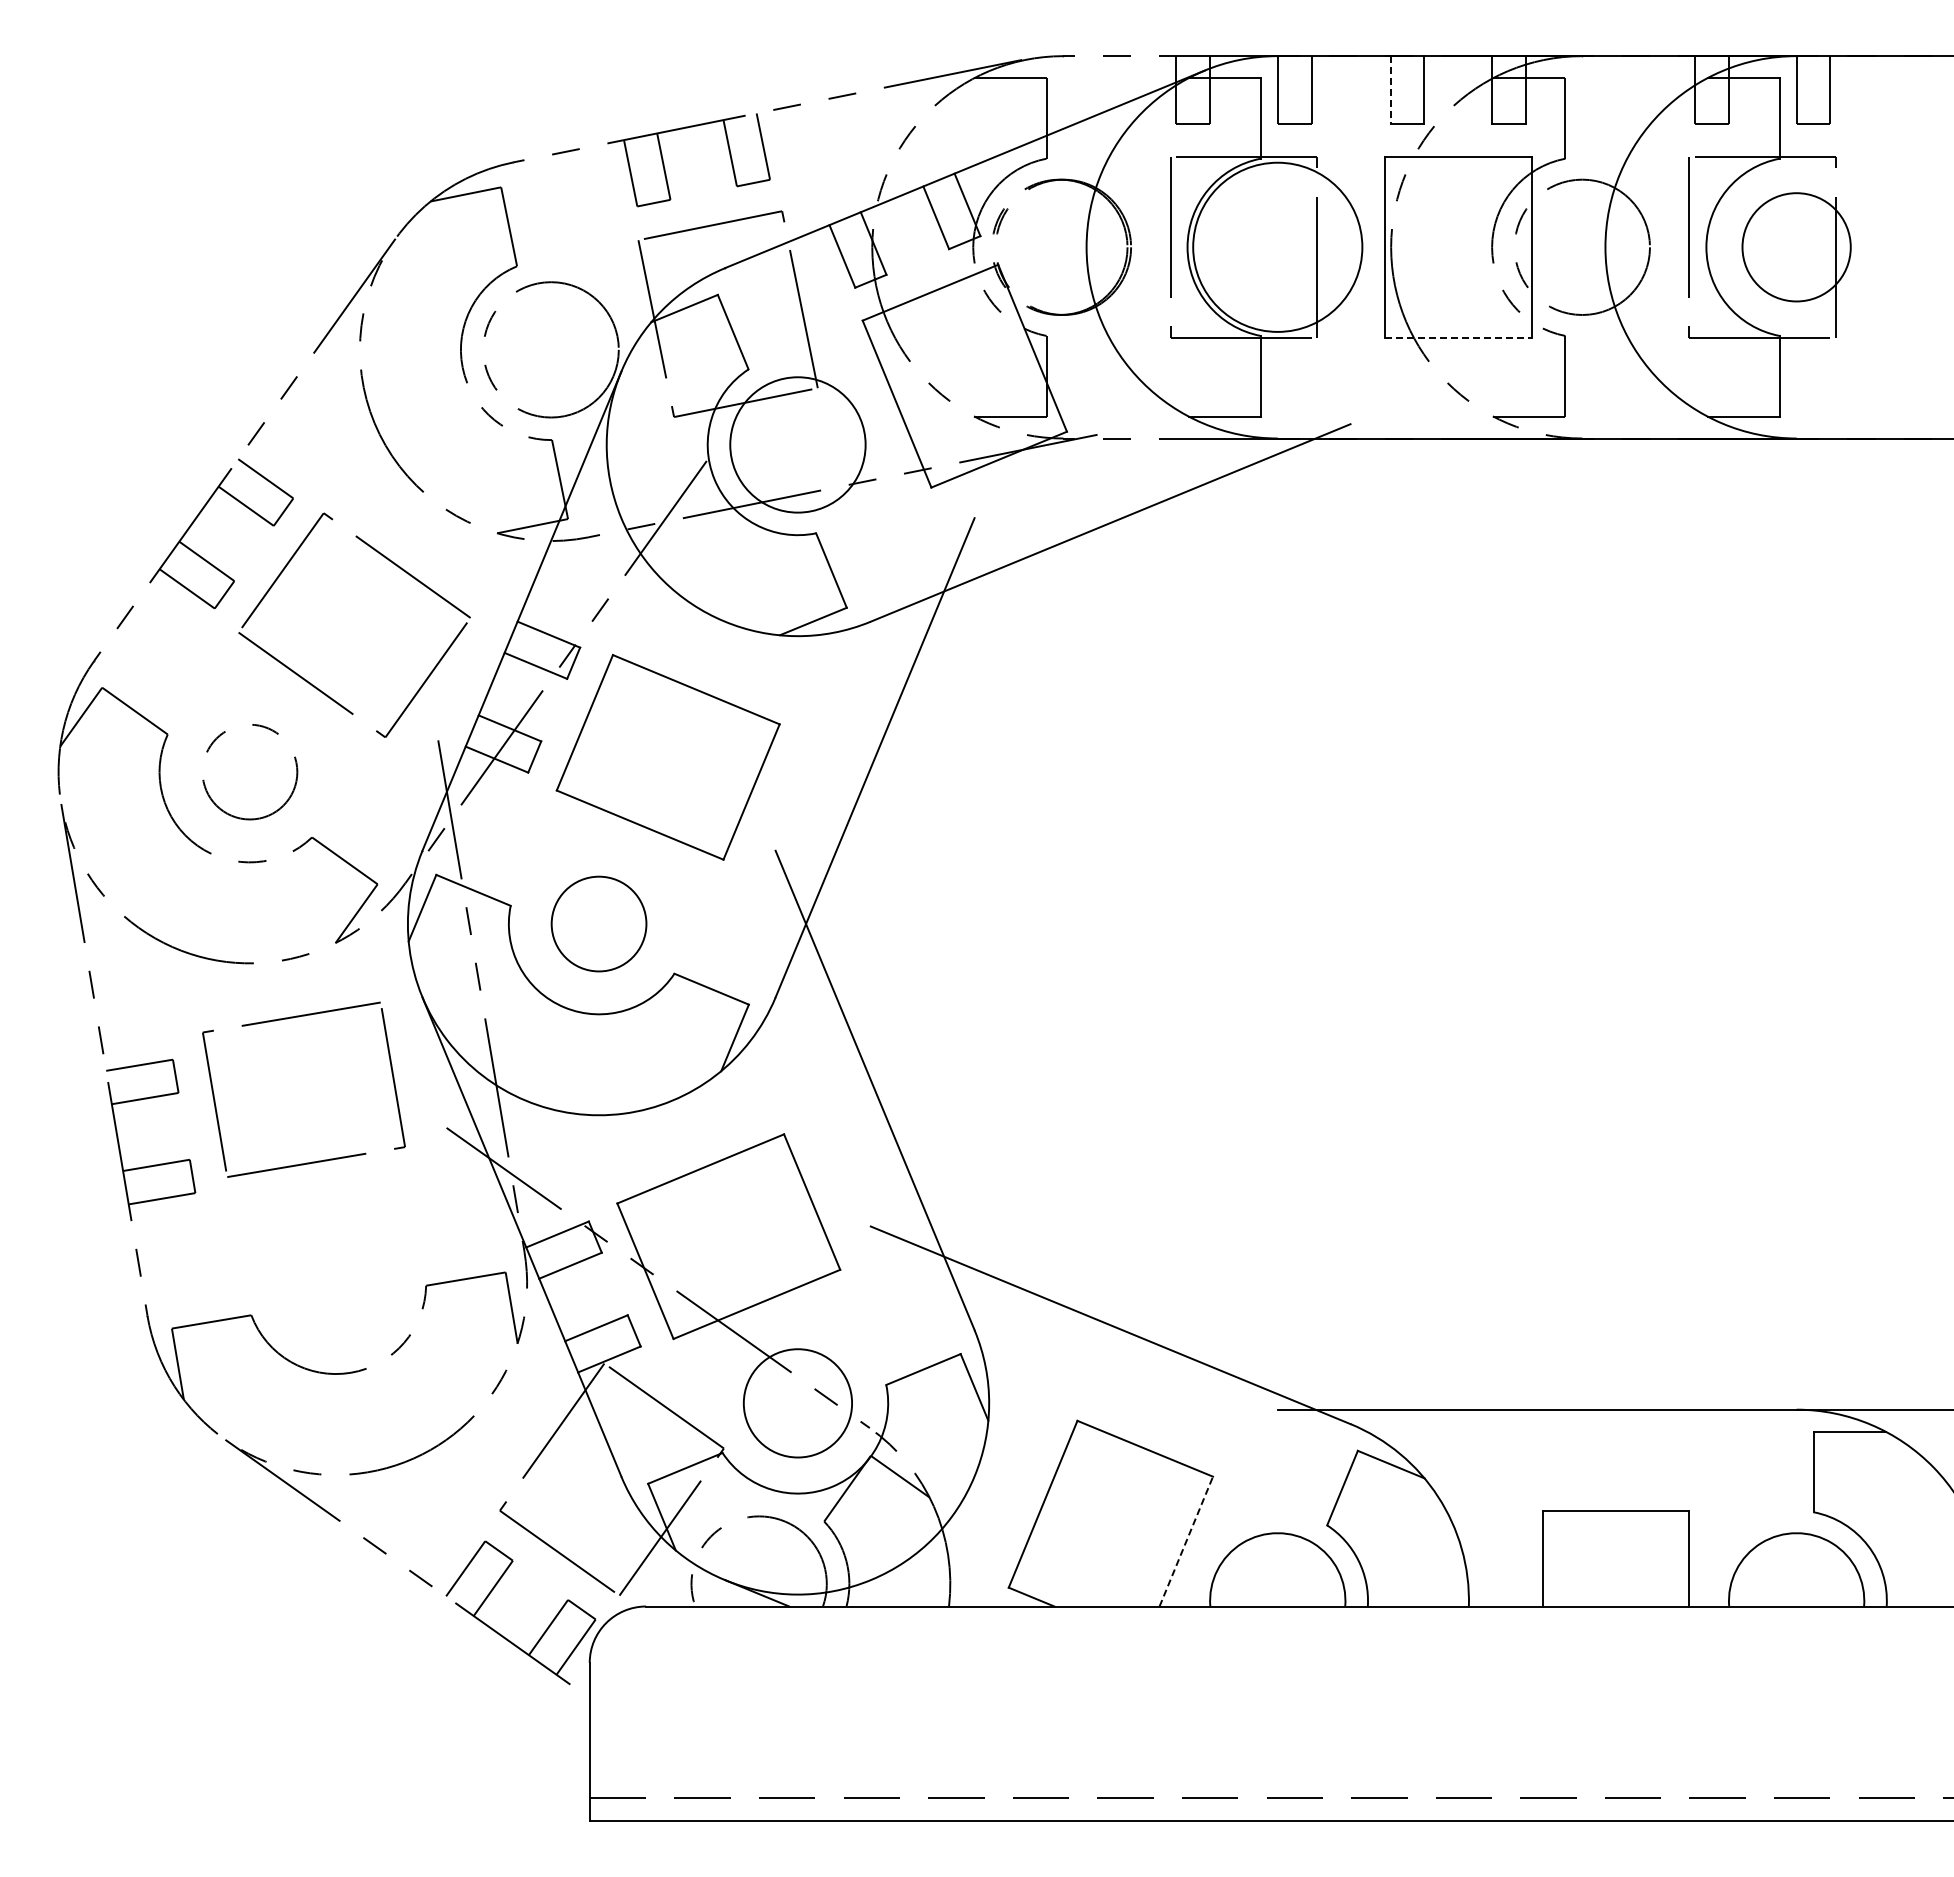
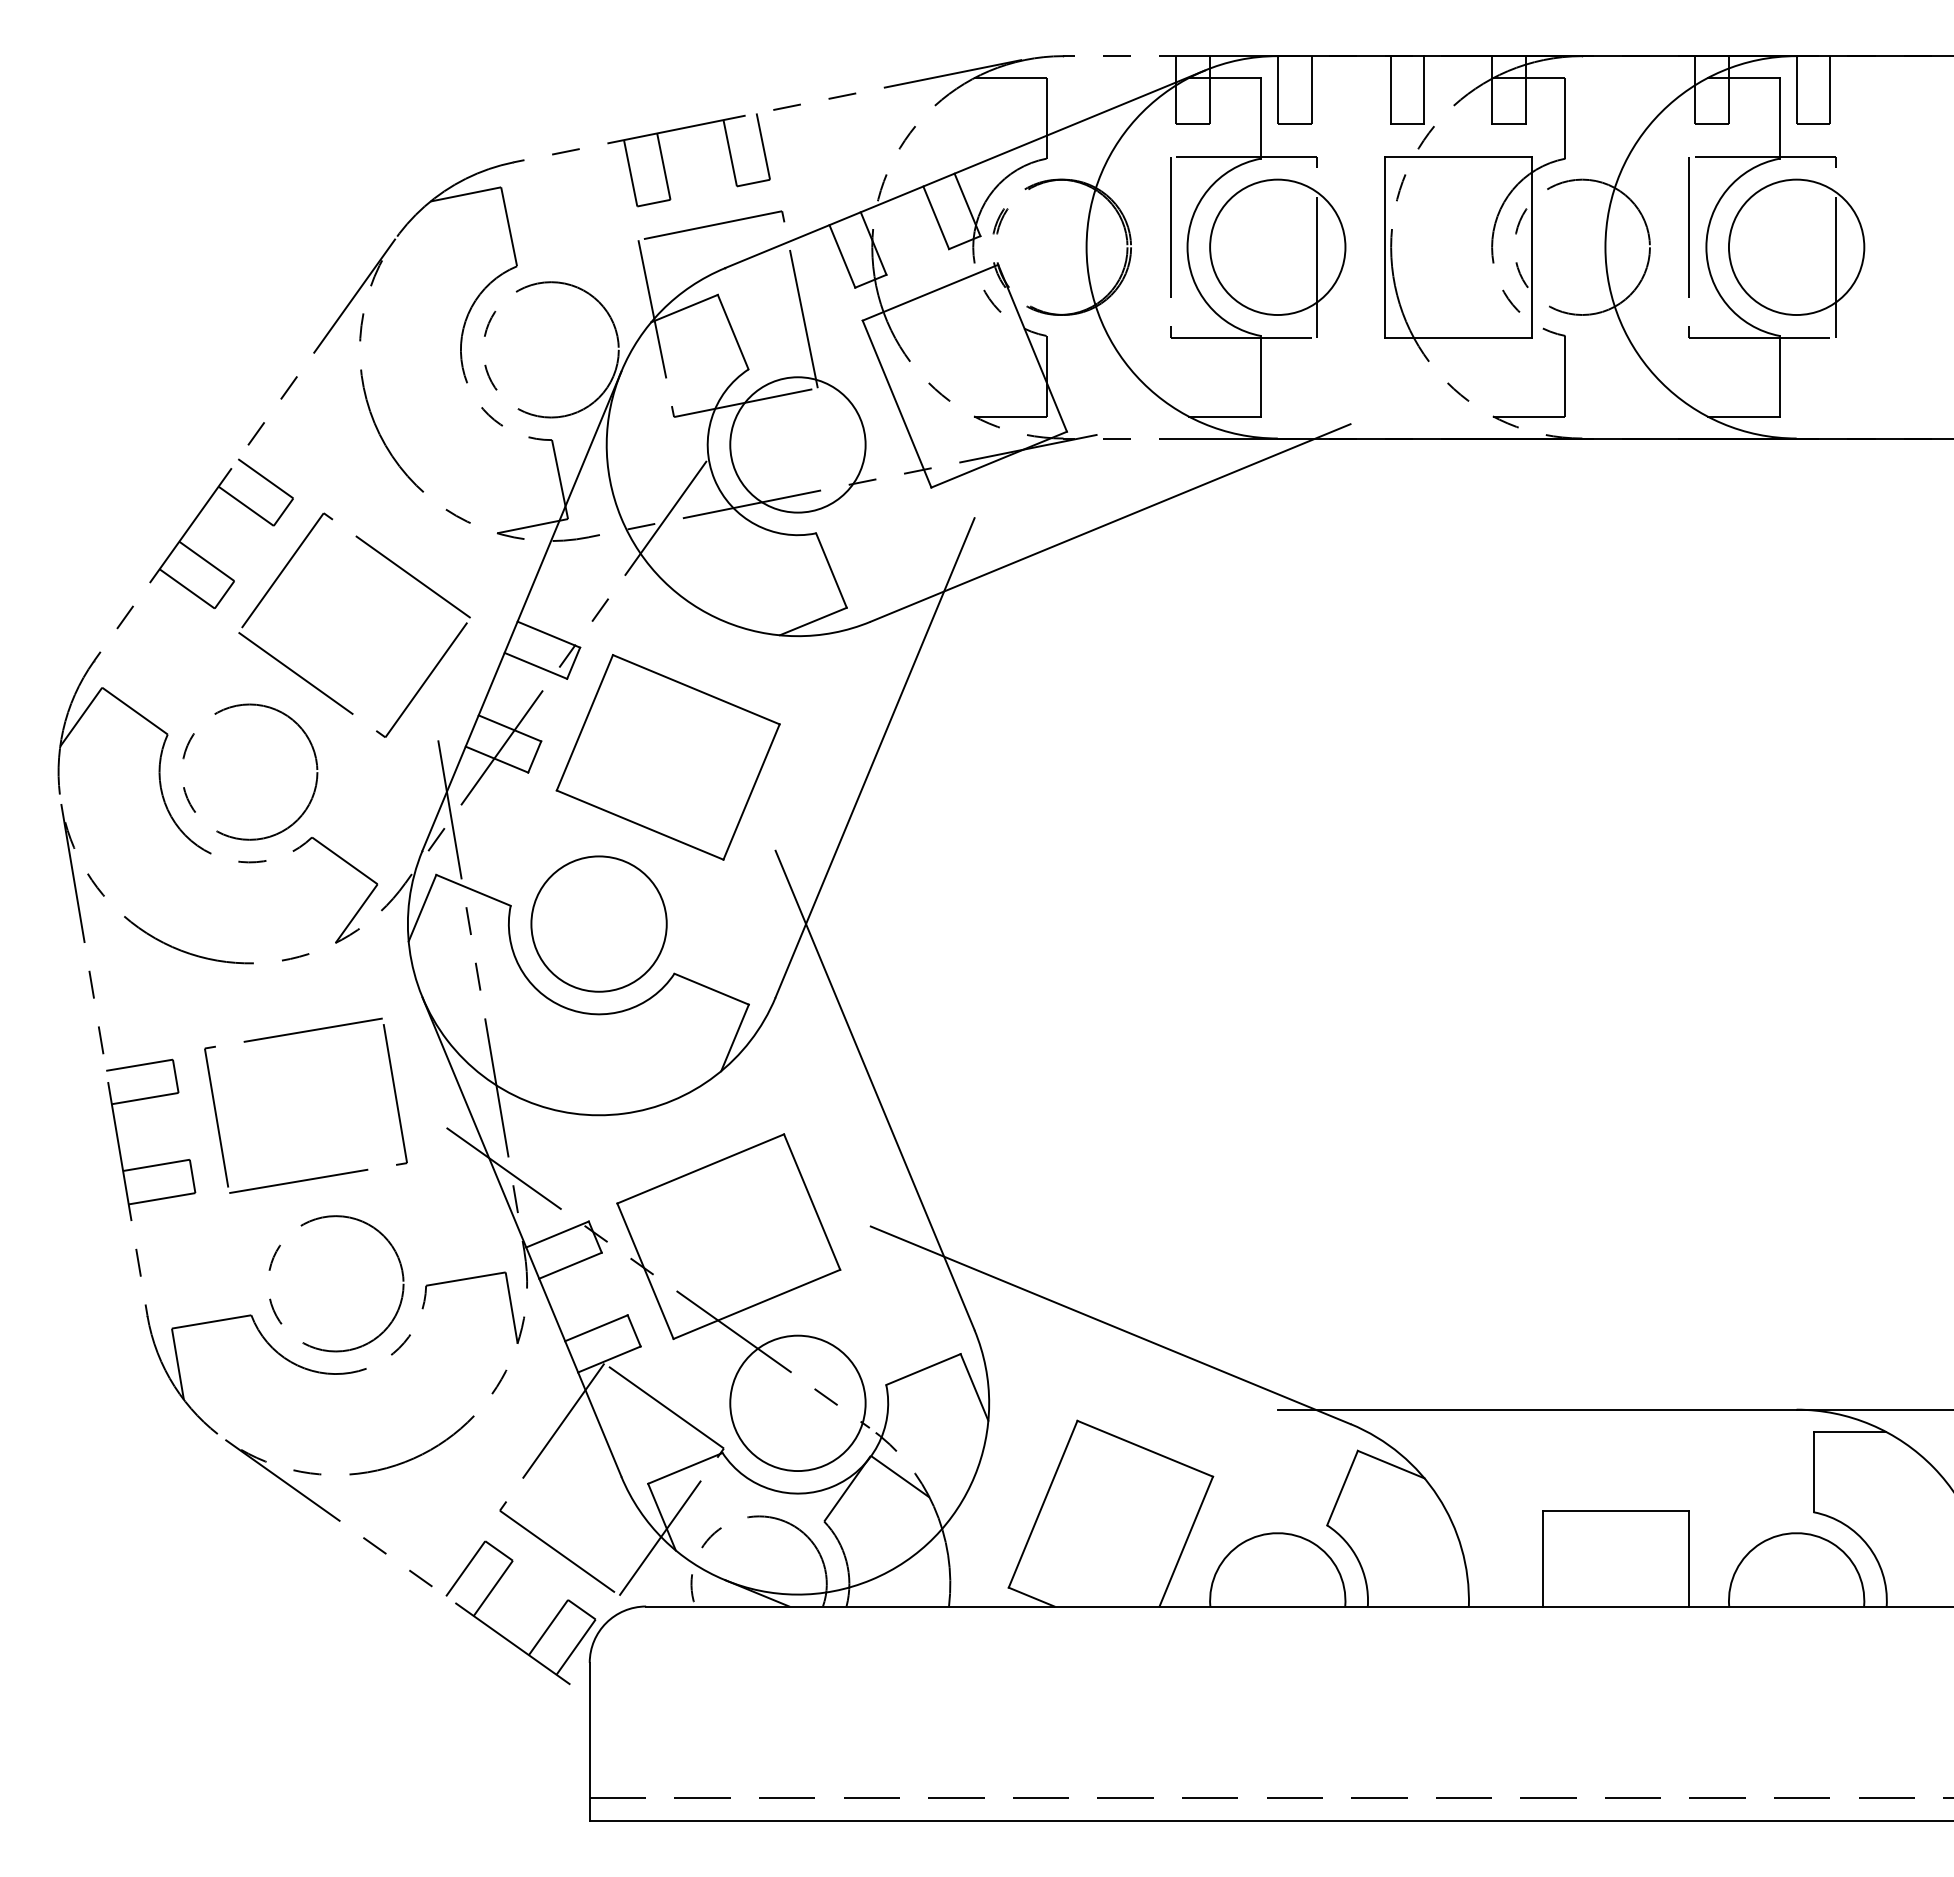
line at (1390, 89): dashed -> solid
circle at (1277, 246) diameter: 169 px -> 135 px
circle at (1796, 247) diameter: 108 px -> 135 px
line at (1458, 337): dashed -> solid
circle at (250, 772) size: 97x97 px -> 137x138 px
circle at (598, 923) size: 98x98 px -> 138x138 px
part at (293, 1018) position: (293, 1018) -> (295, 1034)
circle at (336, 1283): none -> present
circle at (797, 1403) diameter: 108 px -> 135 px
line at (1186, 1541): dashed -> solid
